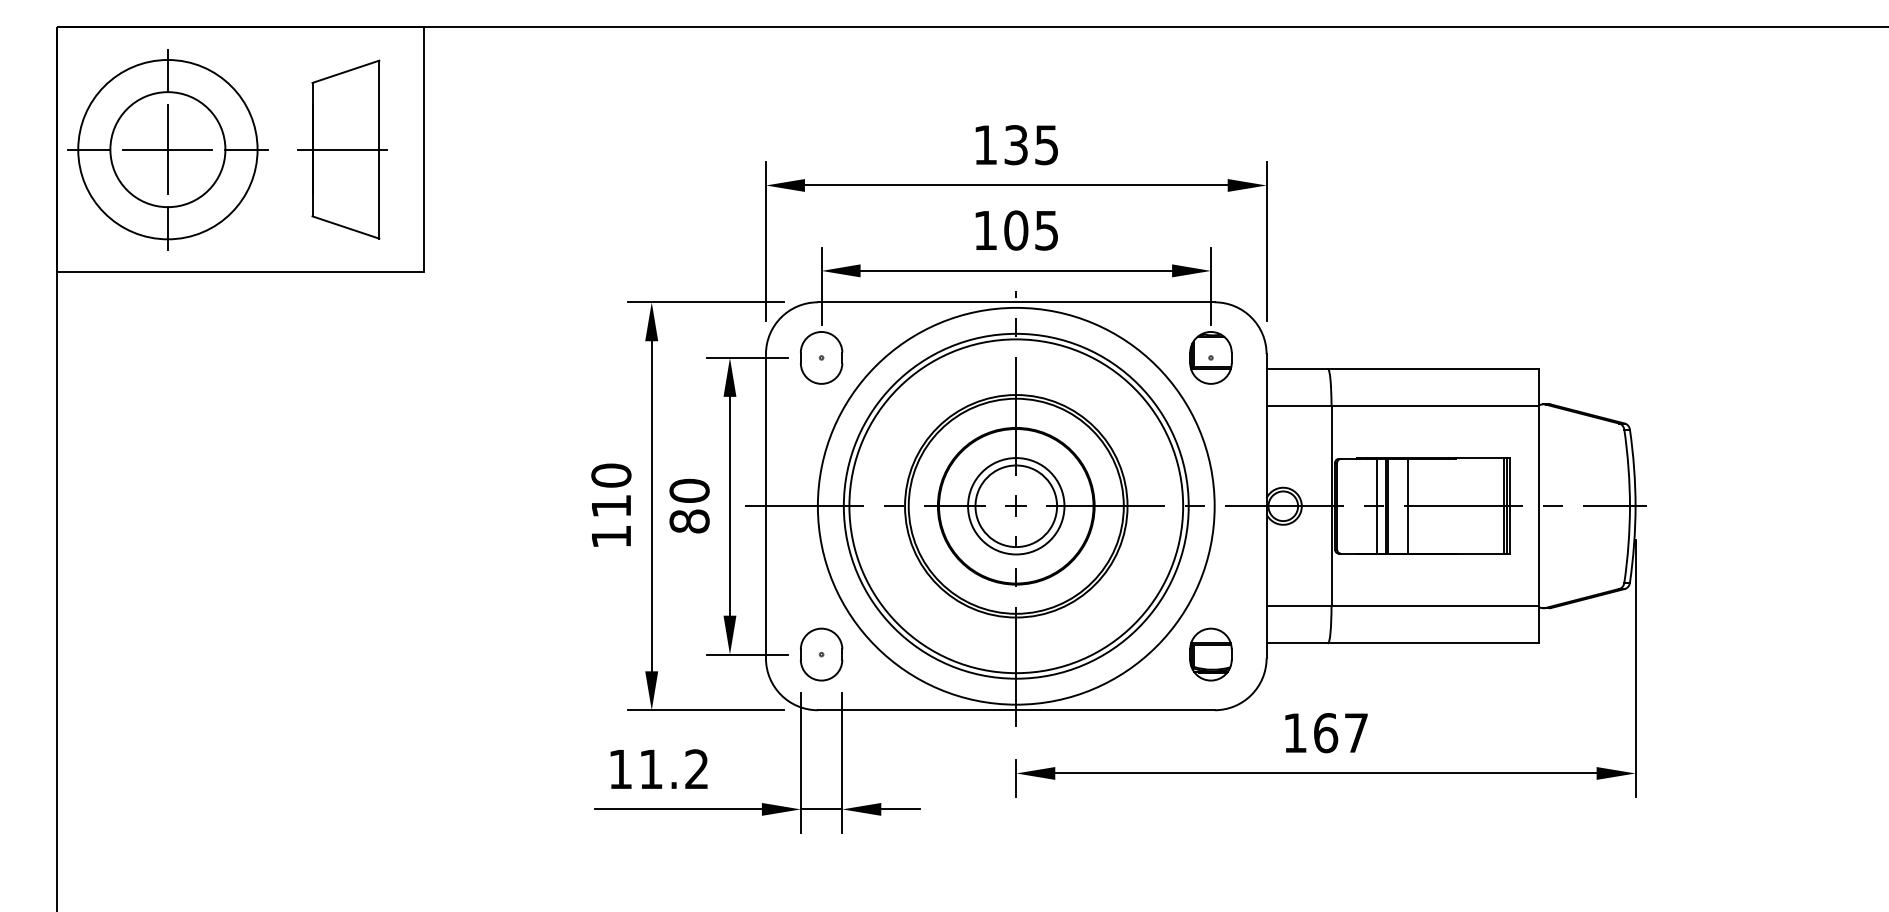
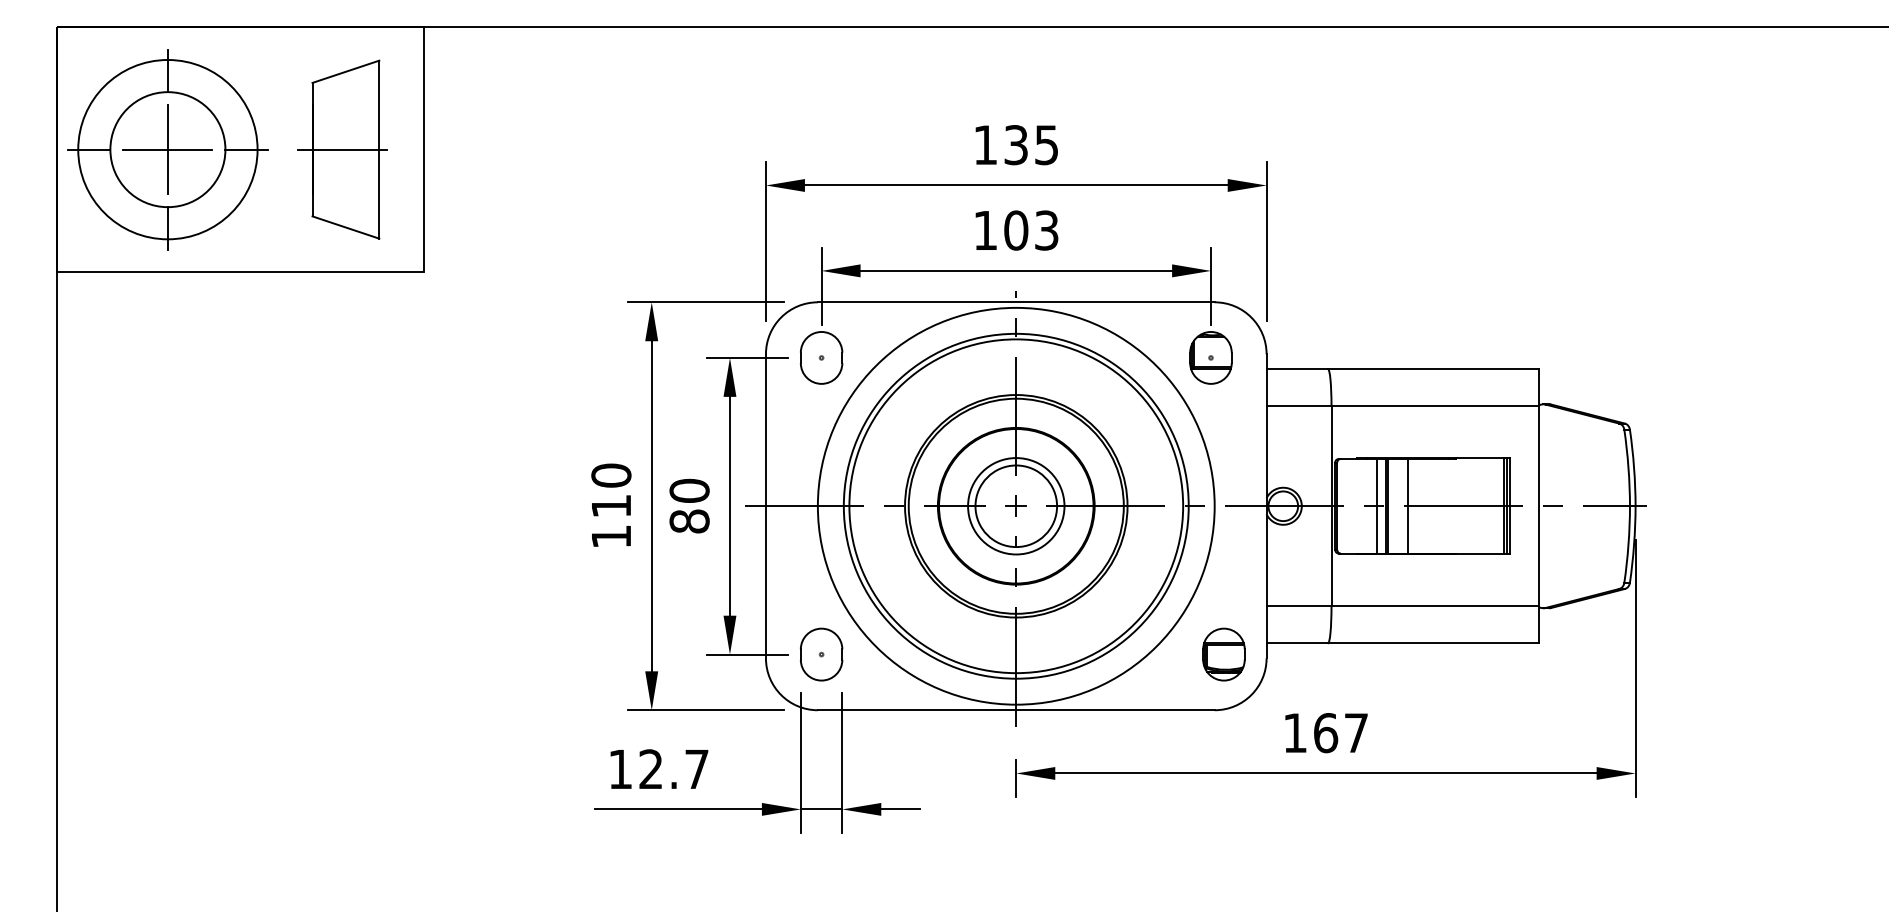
text at (1046, 230): 105 -> 103
part at (1210, 654) position: (1210, 654) -> (1223, 654)
text at (673, 768): 11.2 -> 12.7
